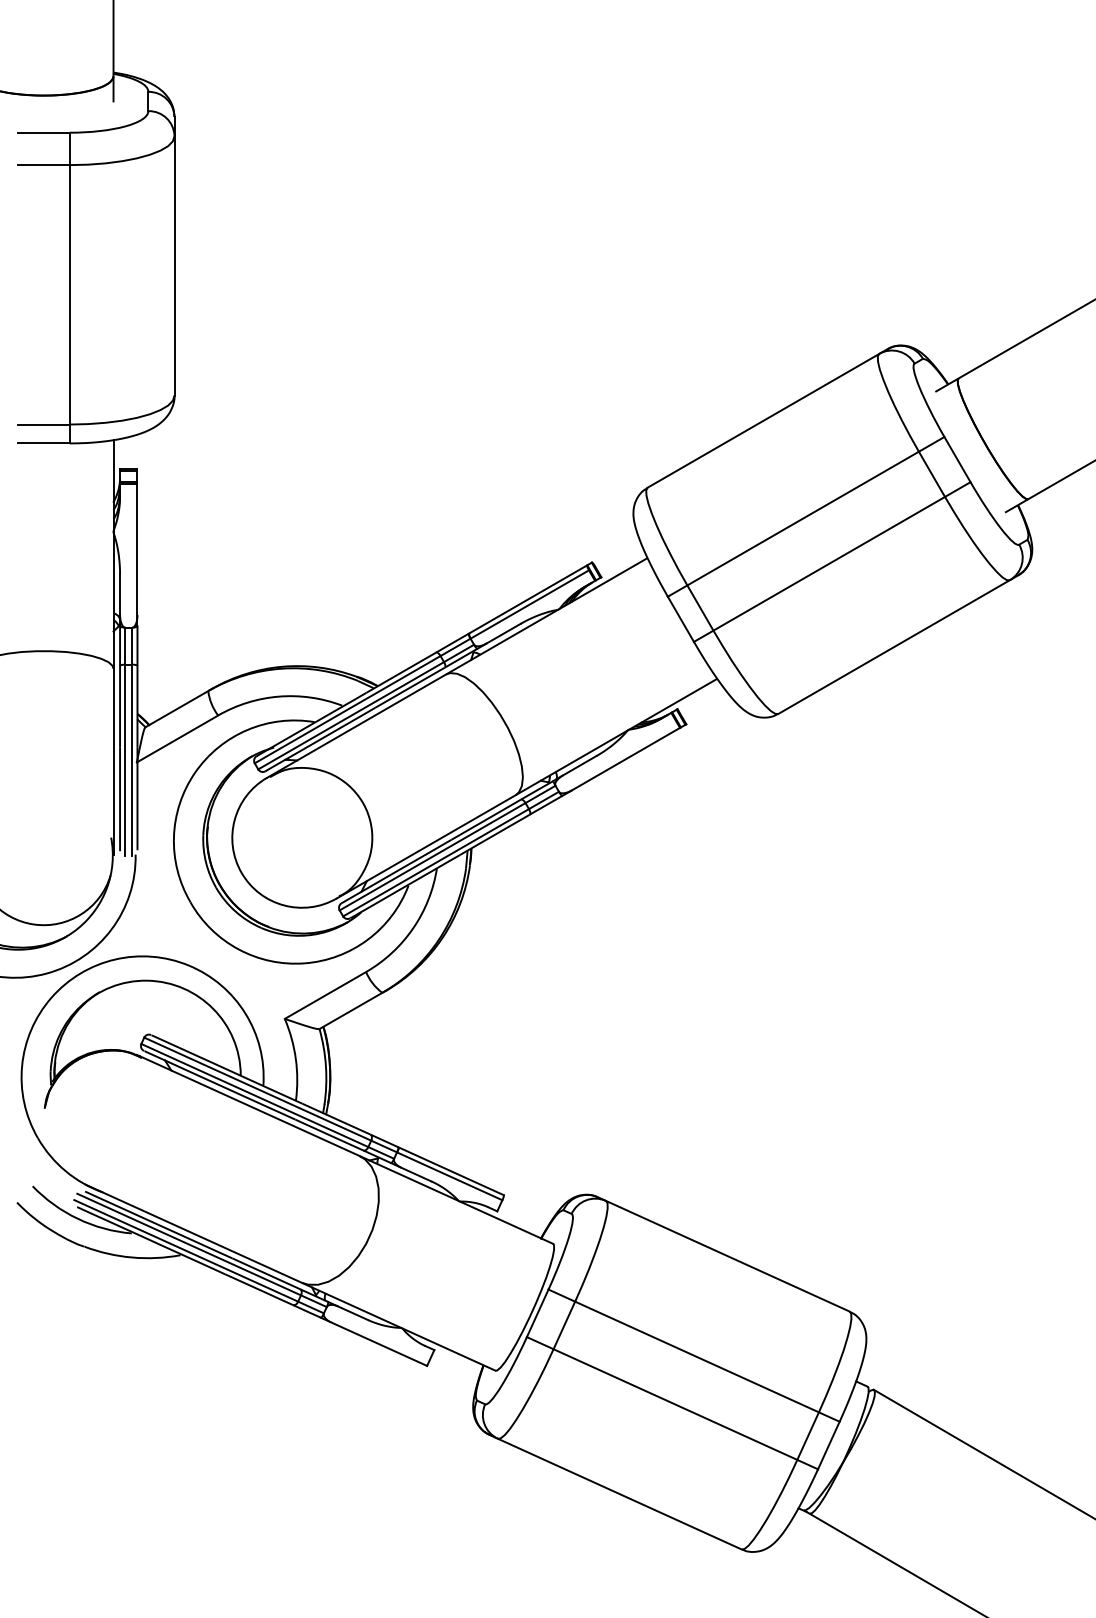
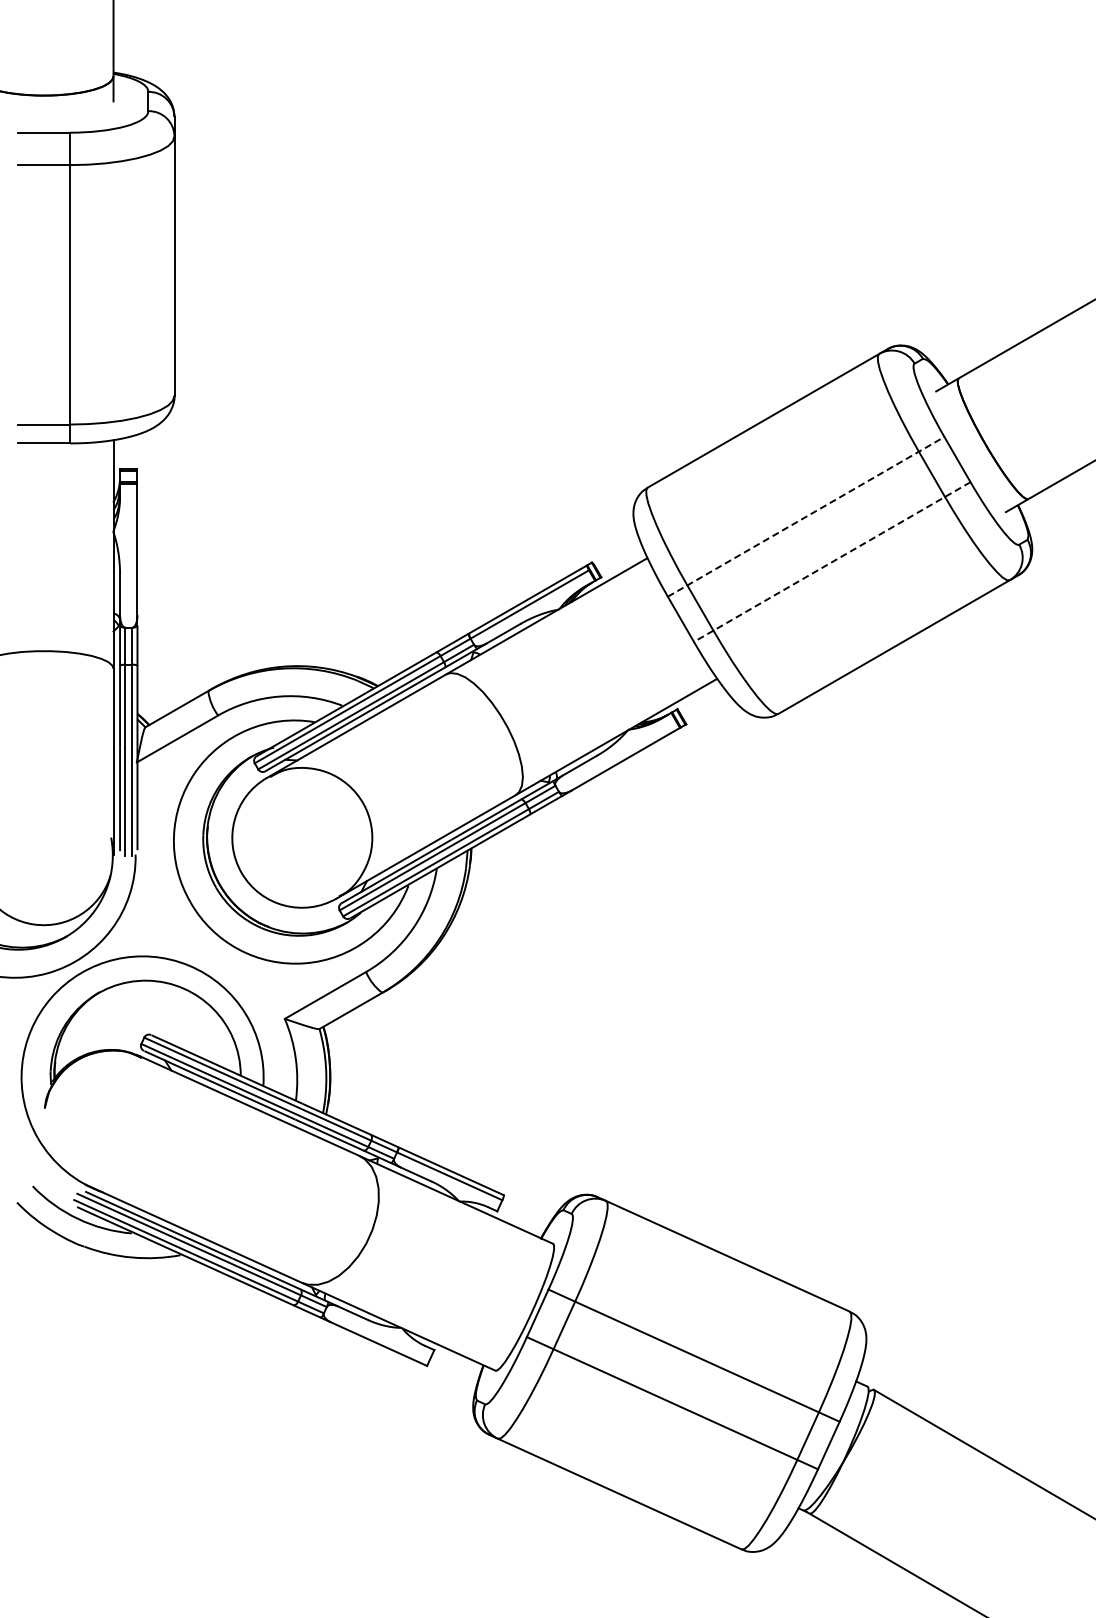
line at (806, 516): solid -> dashed
line at (832, 562): solid -> dashed
